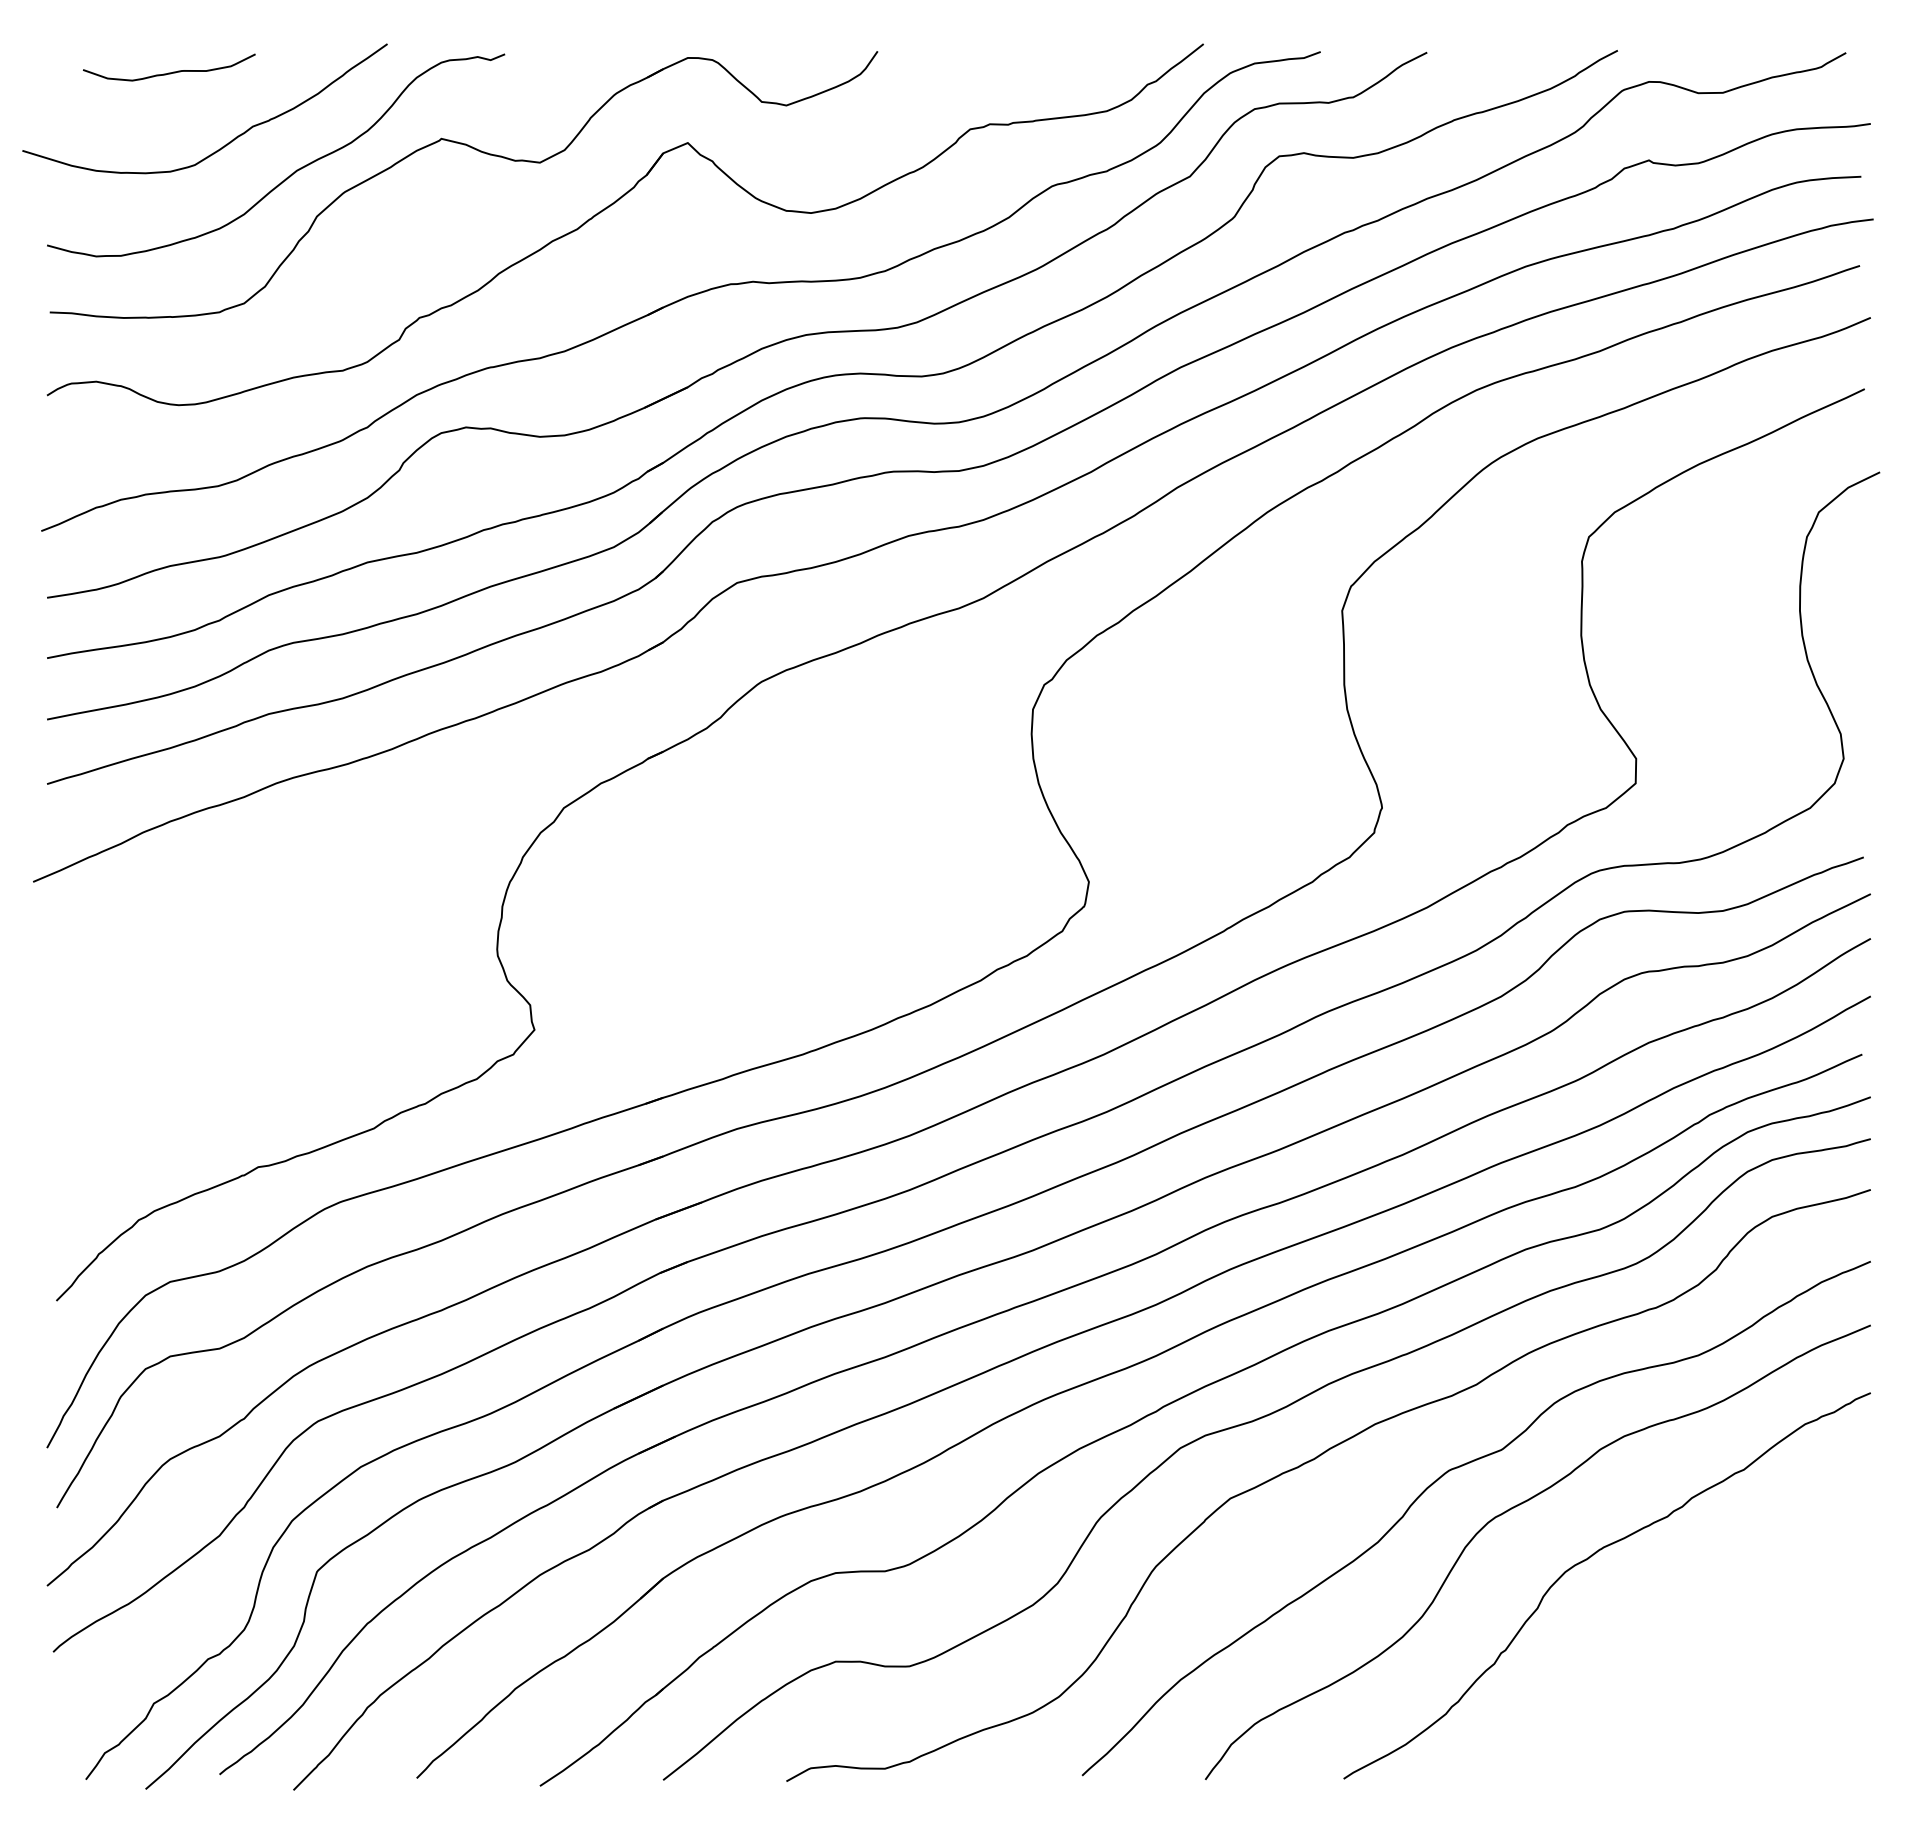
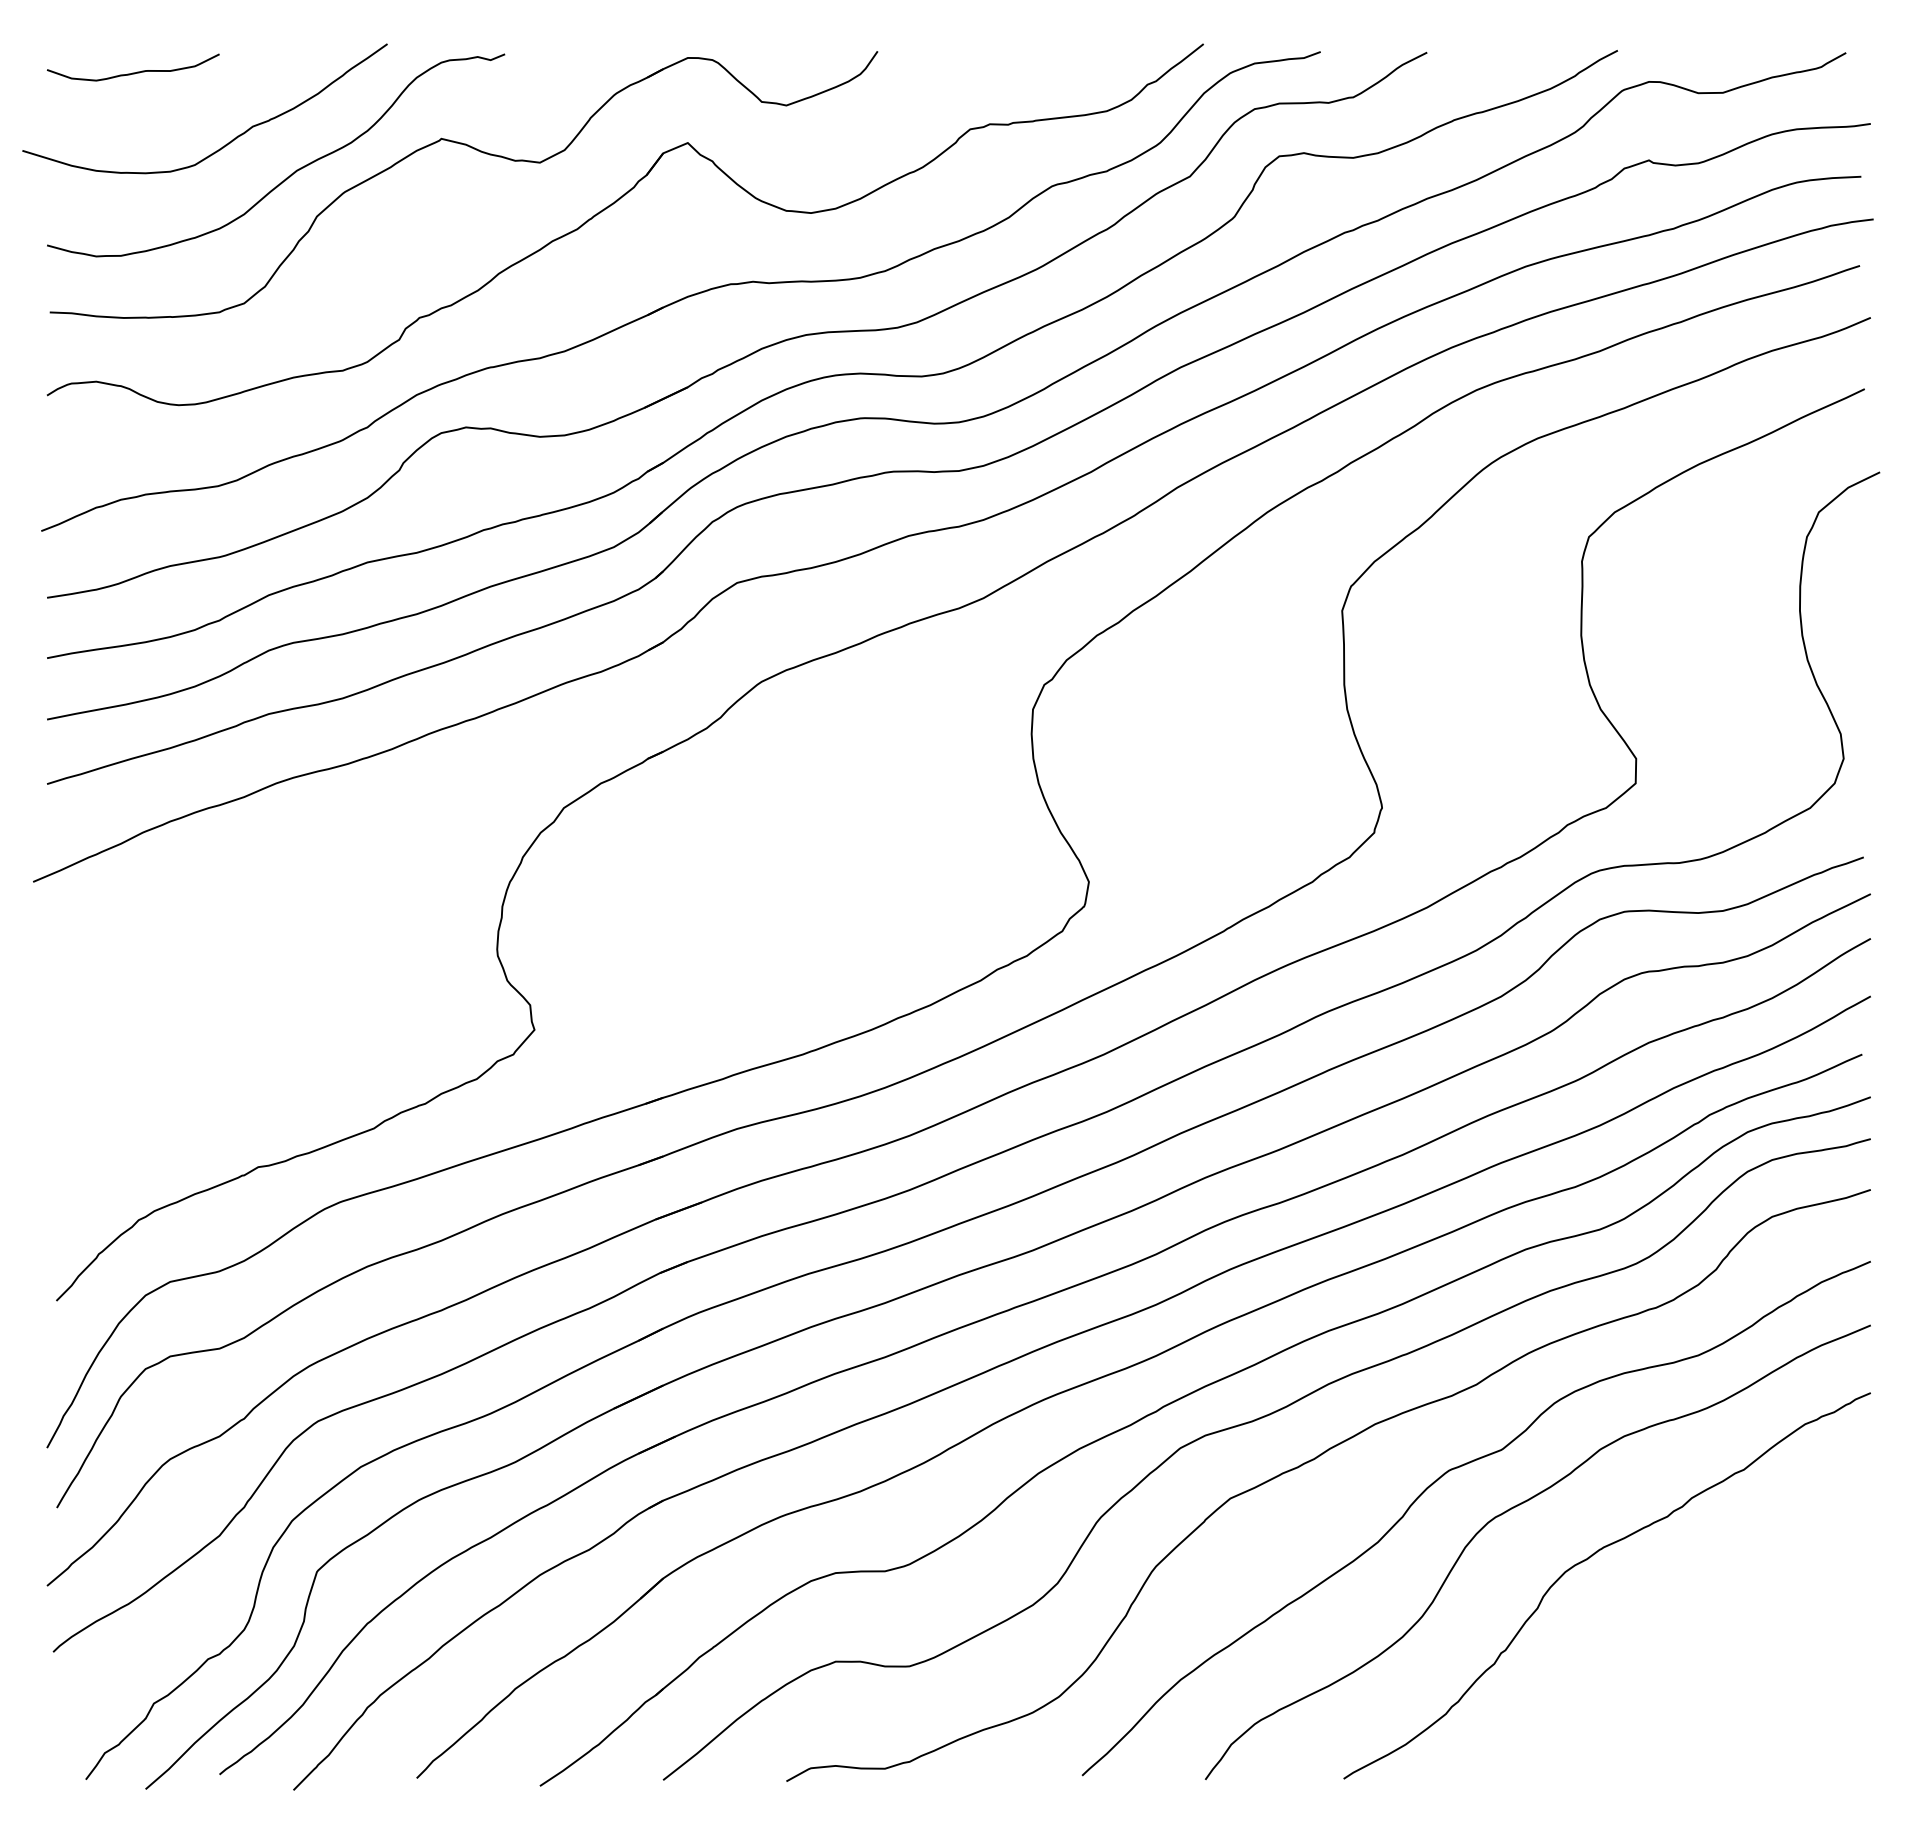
curve at (169, 72) position: (169, 72) -> (133, 72)
